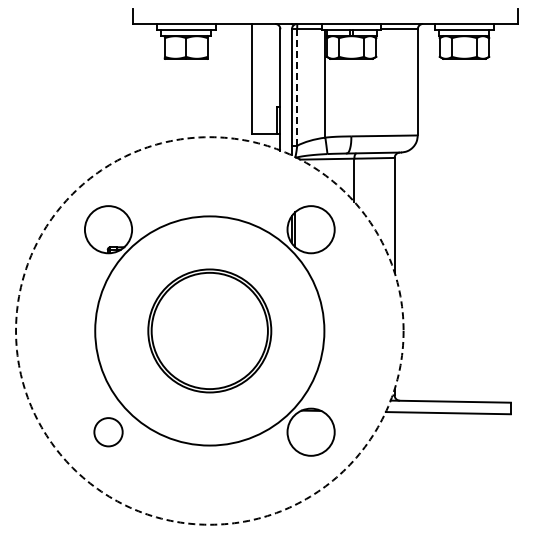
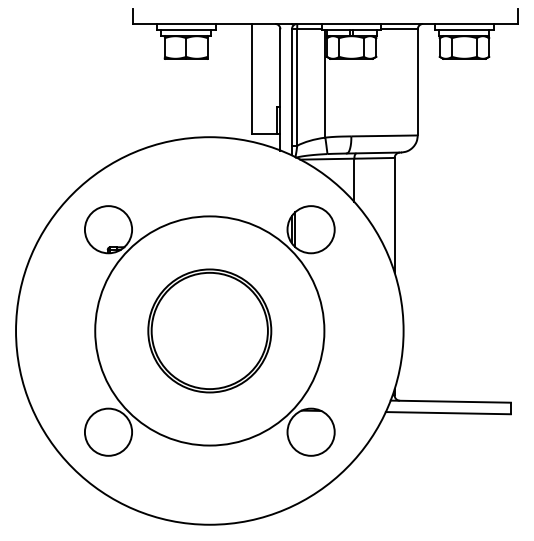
line at (297, 88): dashed -> solid
circle at (209, 330): dashed -> solid
circle at (108, 432) diameter: 28 px -> 47 px
